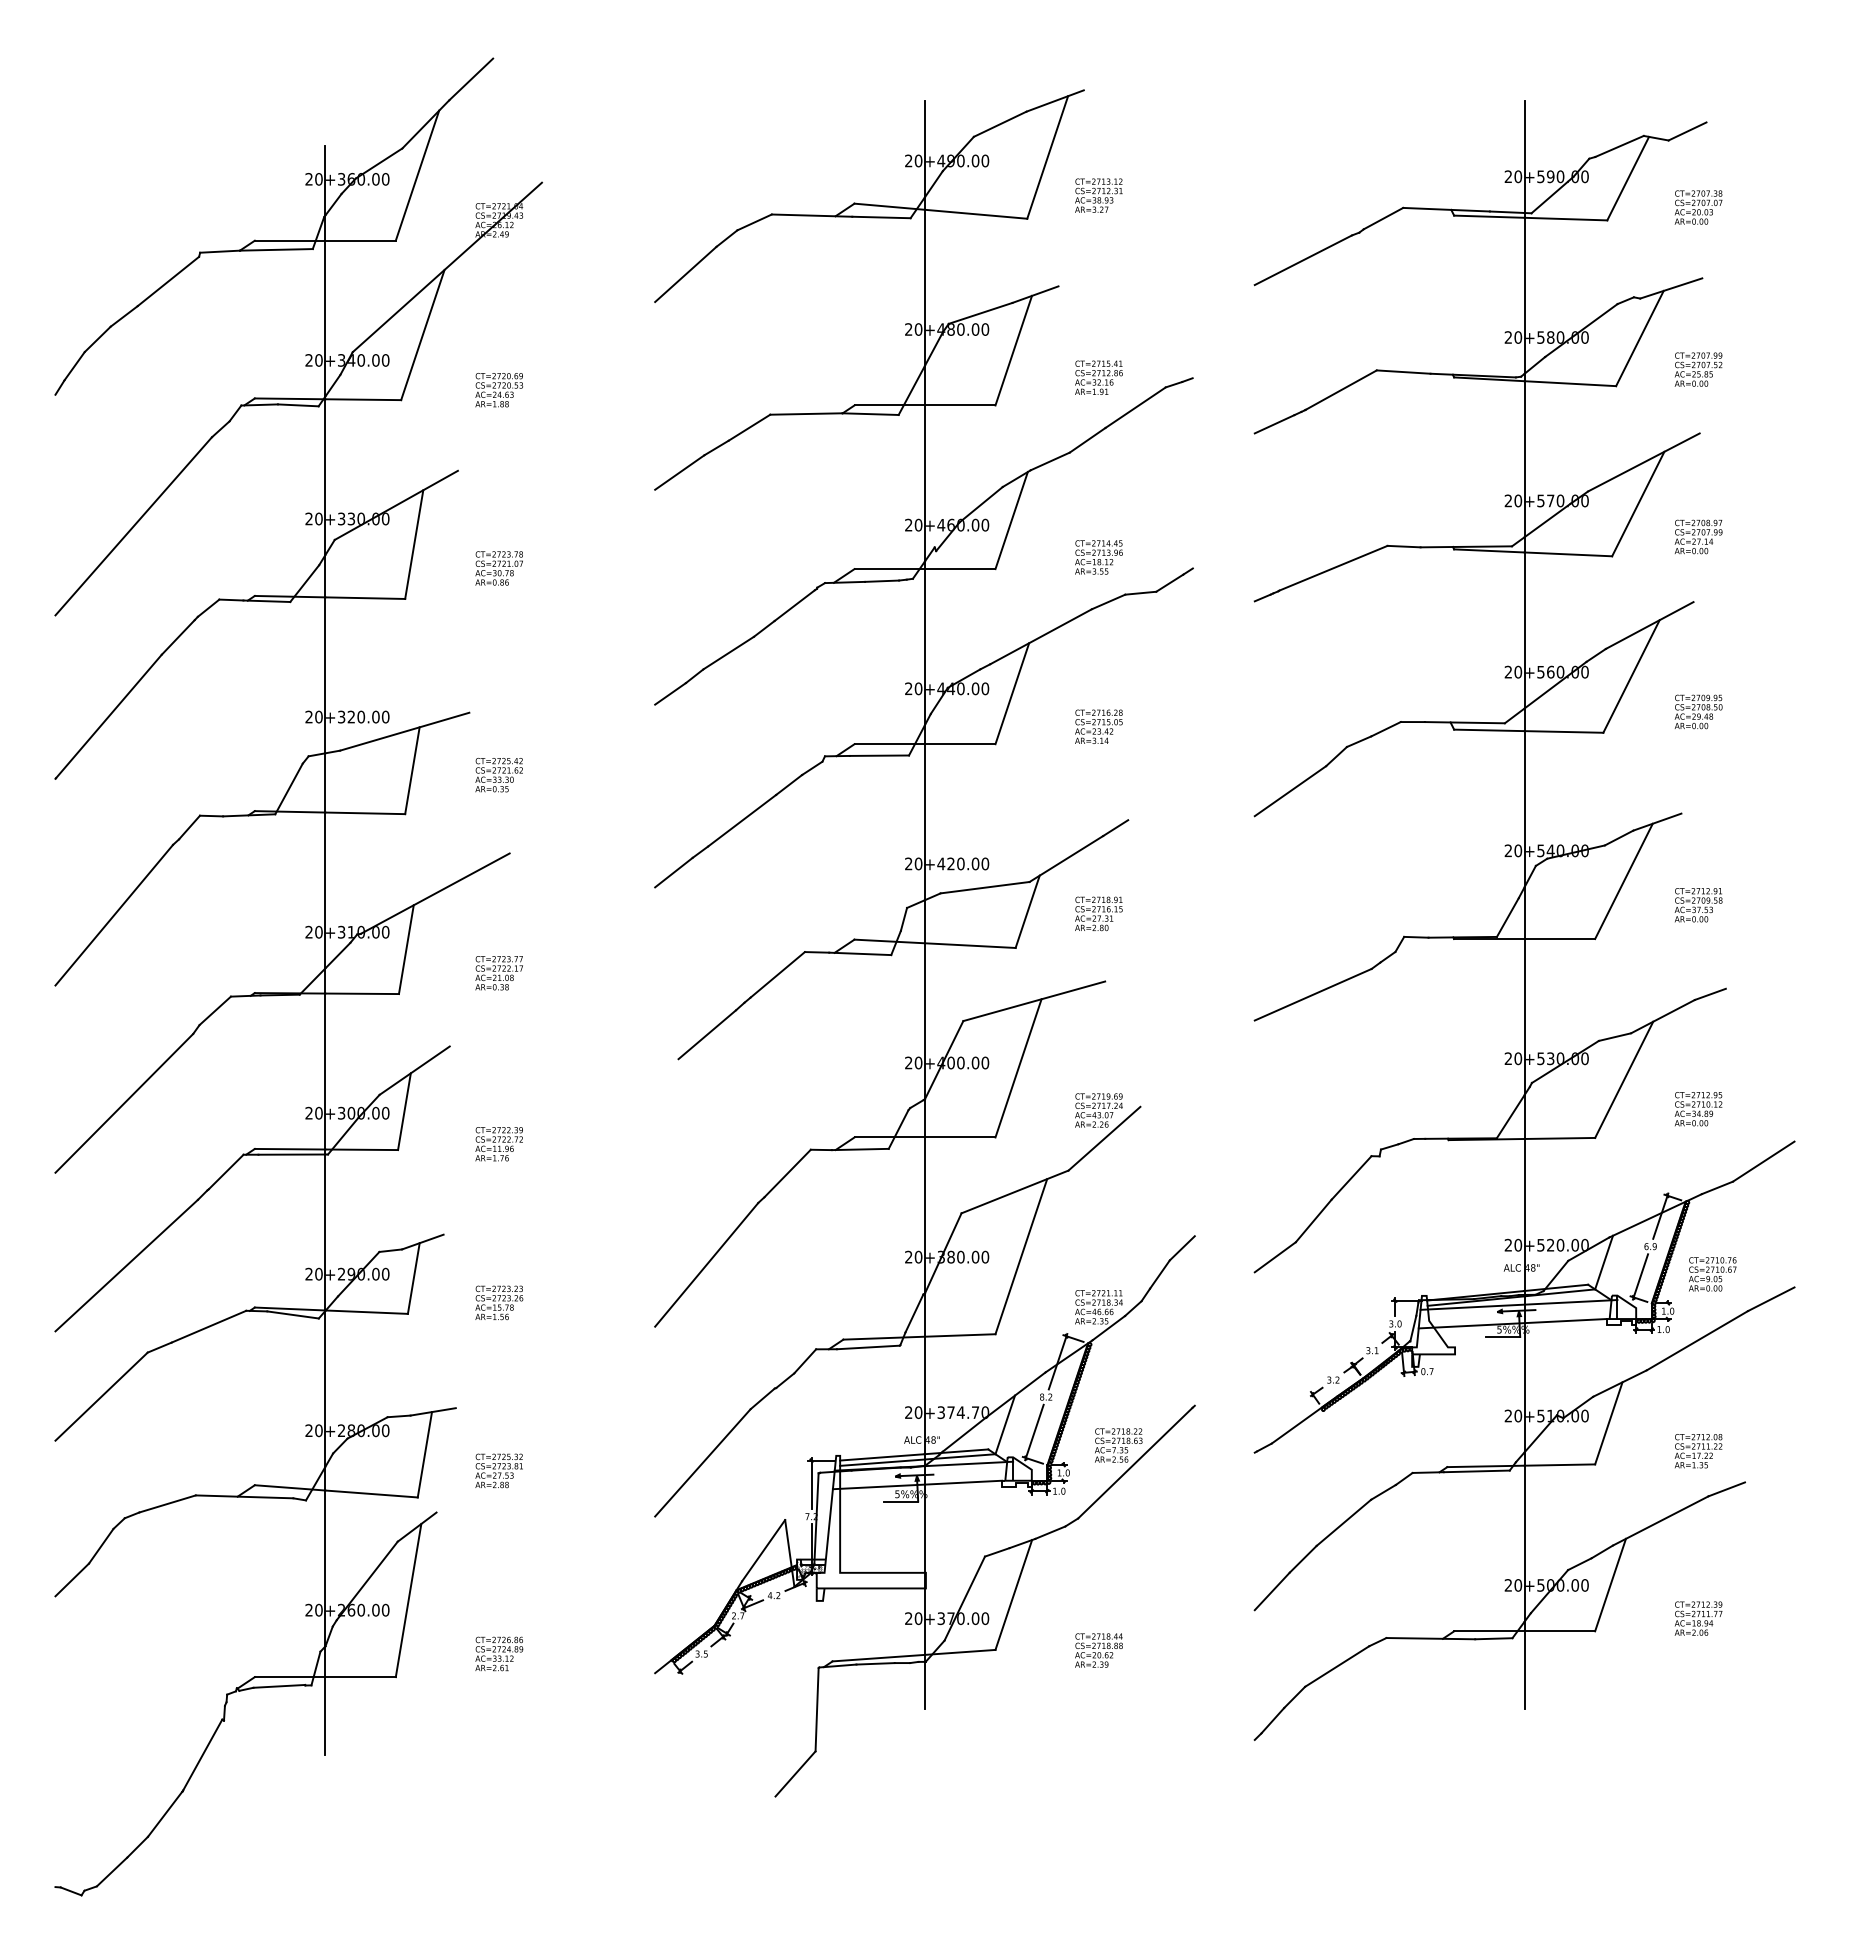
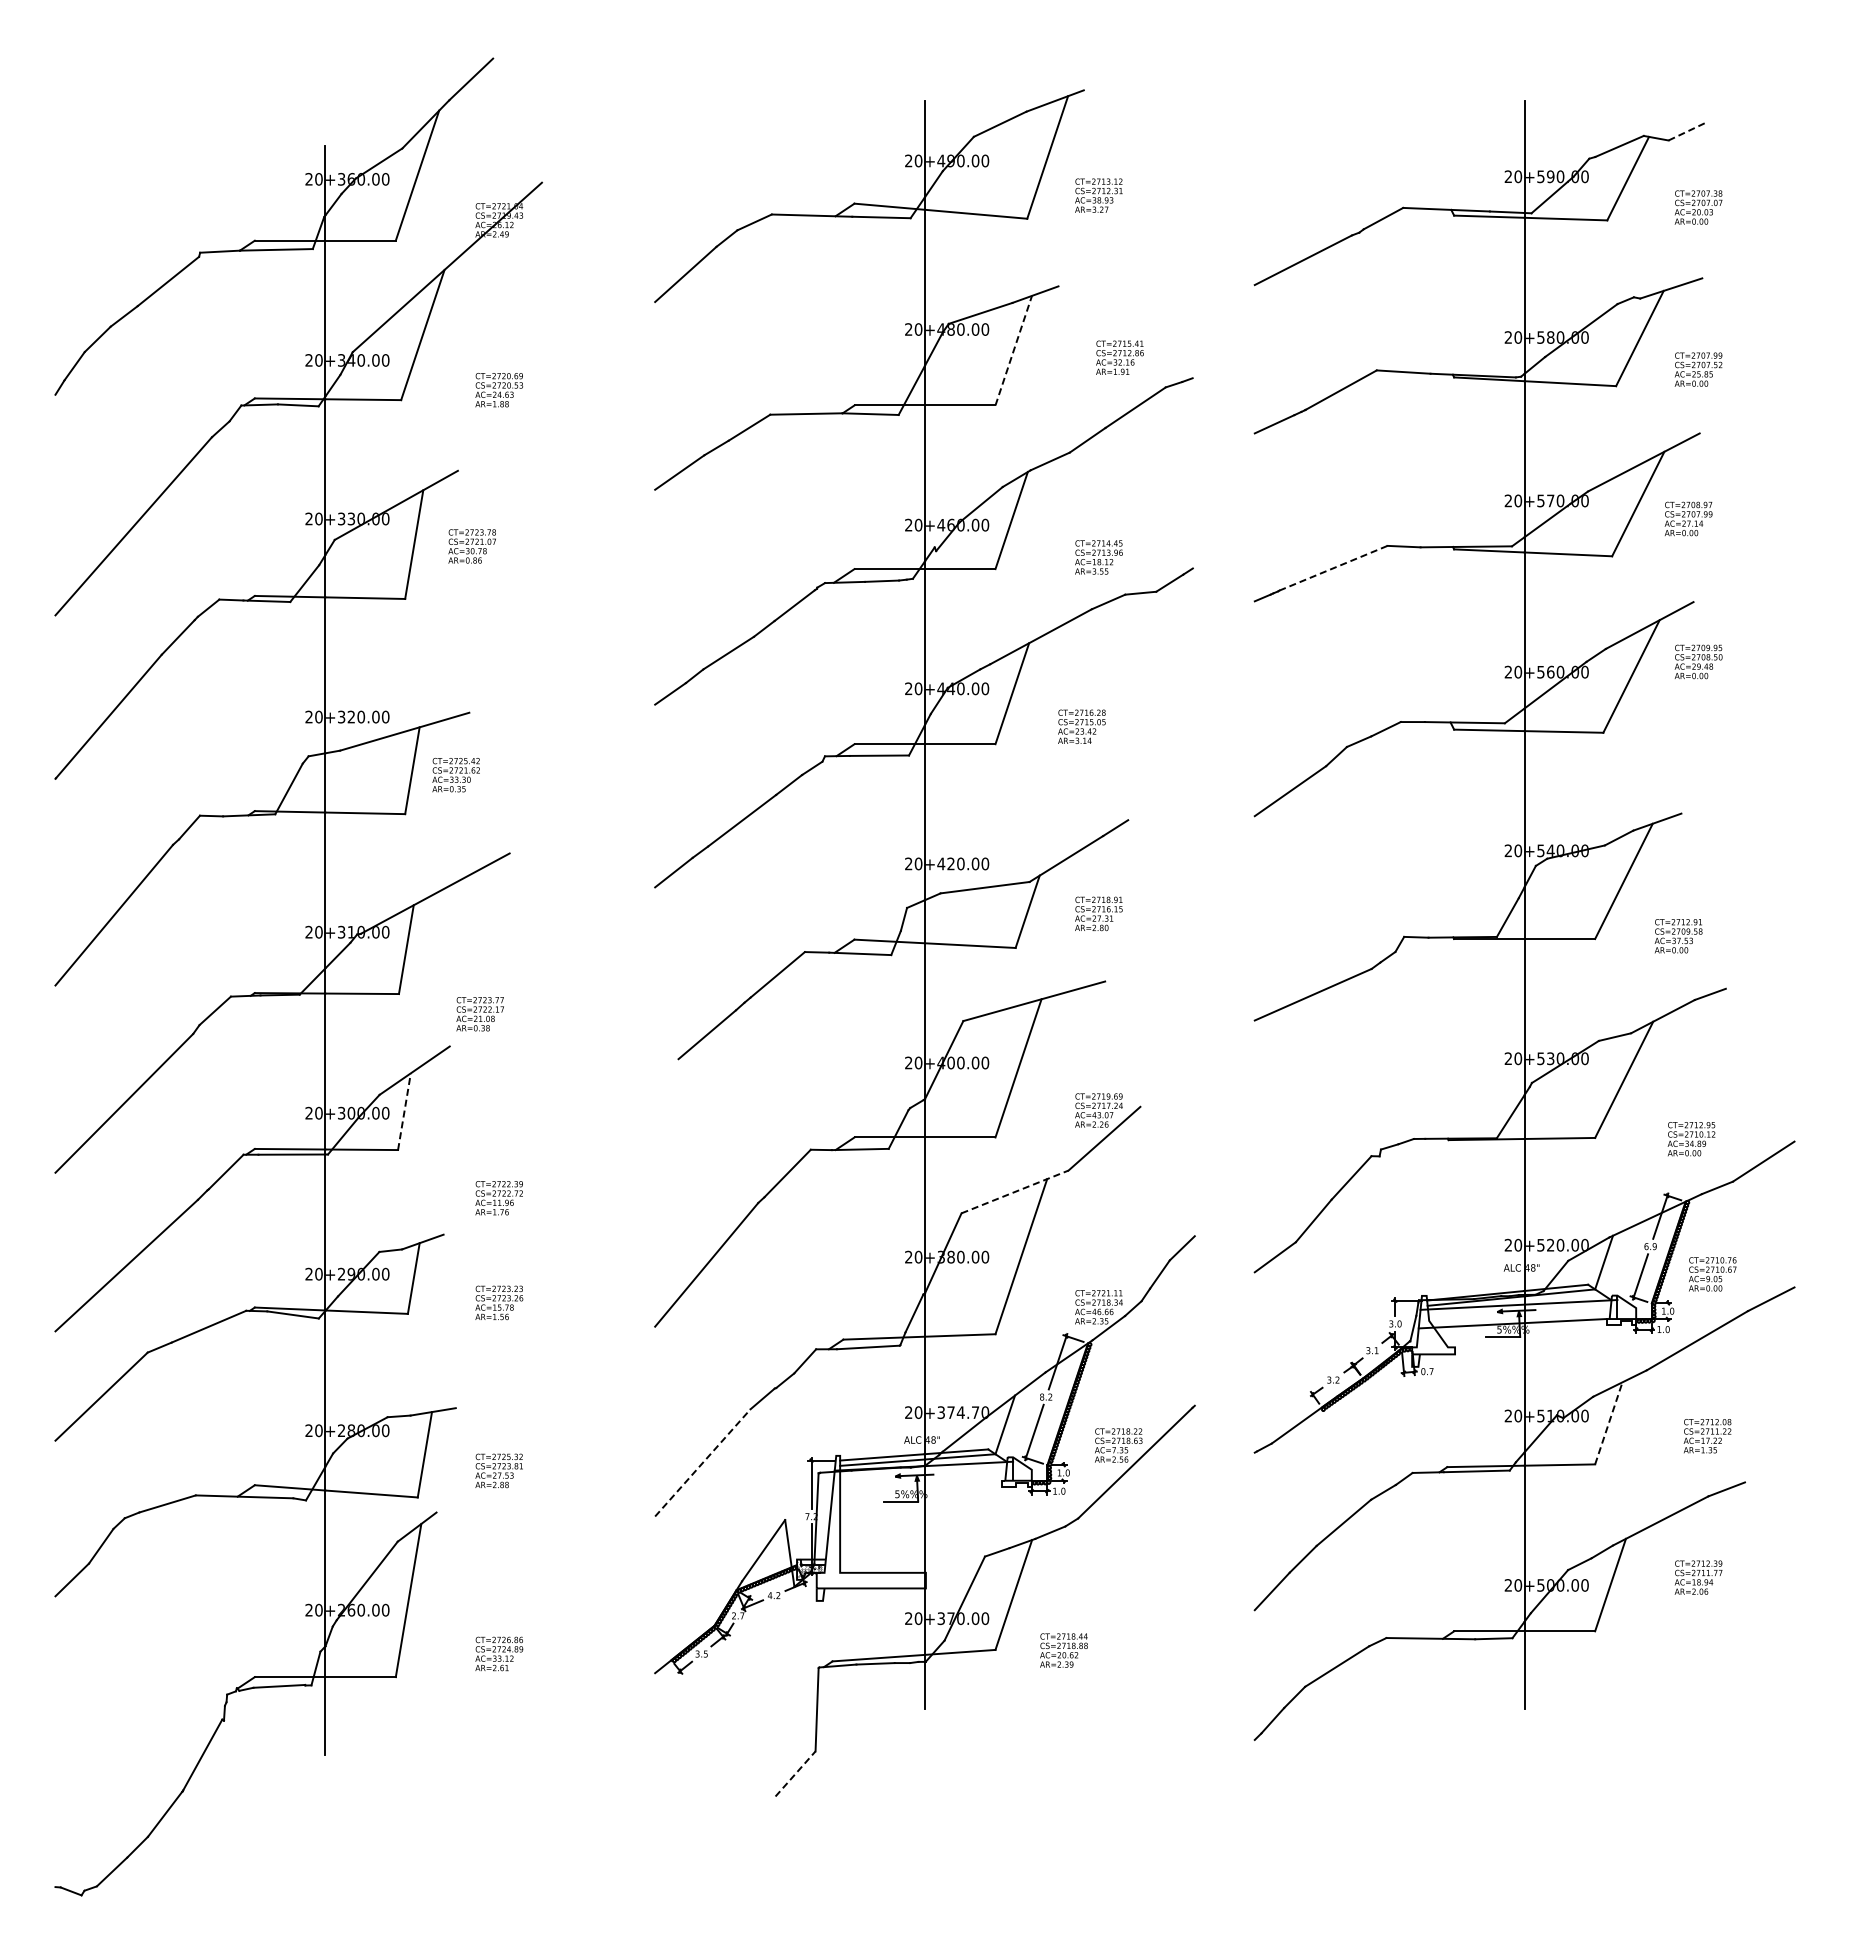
line at (1687, 131): solid -> dashed
line at (1013, 350): solid -> dashed
text at (1098, 377) position: (1098, 377) -> (1119, 357)
text at (1698, 536) position: (1698, 536) -> (1688, 518)
text at (498, 568) position: (498, 568) -> (471, 546)
line at (1333, 568): solid -> dashed
text at (1698, 711) position: (1698, 711) -> (1698, 661)
text at (1098, 726) position: (1098, 726) -> (1081, 726)
text at (498, 775) position: (498, 775) -> (455, 775)
text at (1698, 905) position: (1698, 905) -> (1678, 936)
text at (498, 973) position: (498, 973) -> (479, 1014)
text at (1698, 1109) position: (1698, 1109) -> (1691, 1139)
line at (404, 1111): solid -> dashed
text at (498, 1144) position: (498, 1144) -> (498, 1198)
line at (1015, 1191): solid -> dashed
line at (1608, 1422): solid -> dashed
text at (1698, 1451) position: (1698, 1451) -> (1707, 1436)
line at (702, 1462): solid -> dashed
line at (917, 1484): present -> none
text at (1698, 1618) position: (1698, 1618) -> (1698, 1577)
text at (1098, 1650) position: (1098, 1650) -> (1063, 1650)
line at (795, 1773): solid -> dashed
